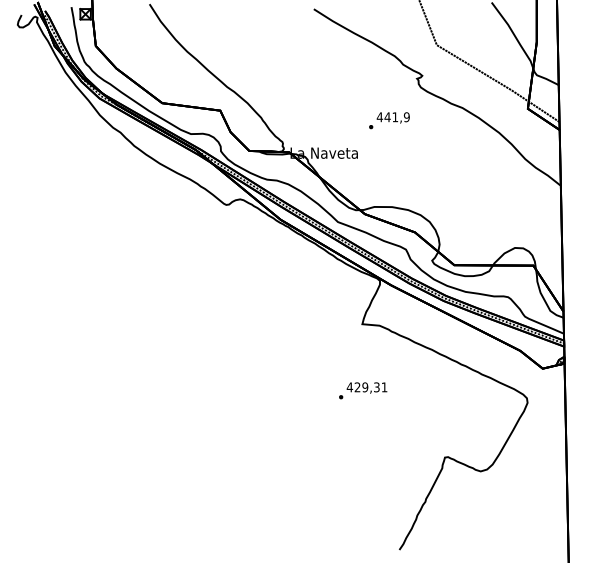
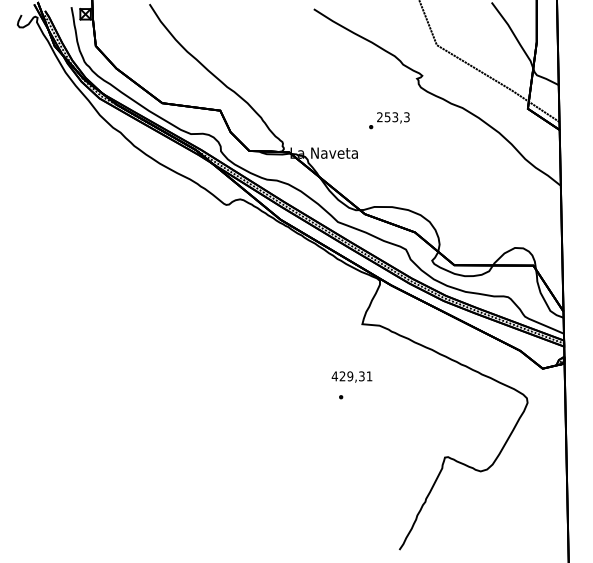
text at (392, 117): 441,9 -> 253,3
text at (366, 387) position: (366, 387) -> (351, 376)
